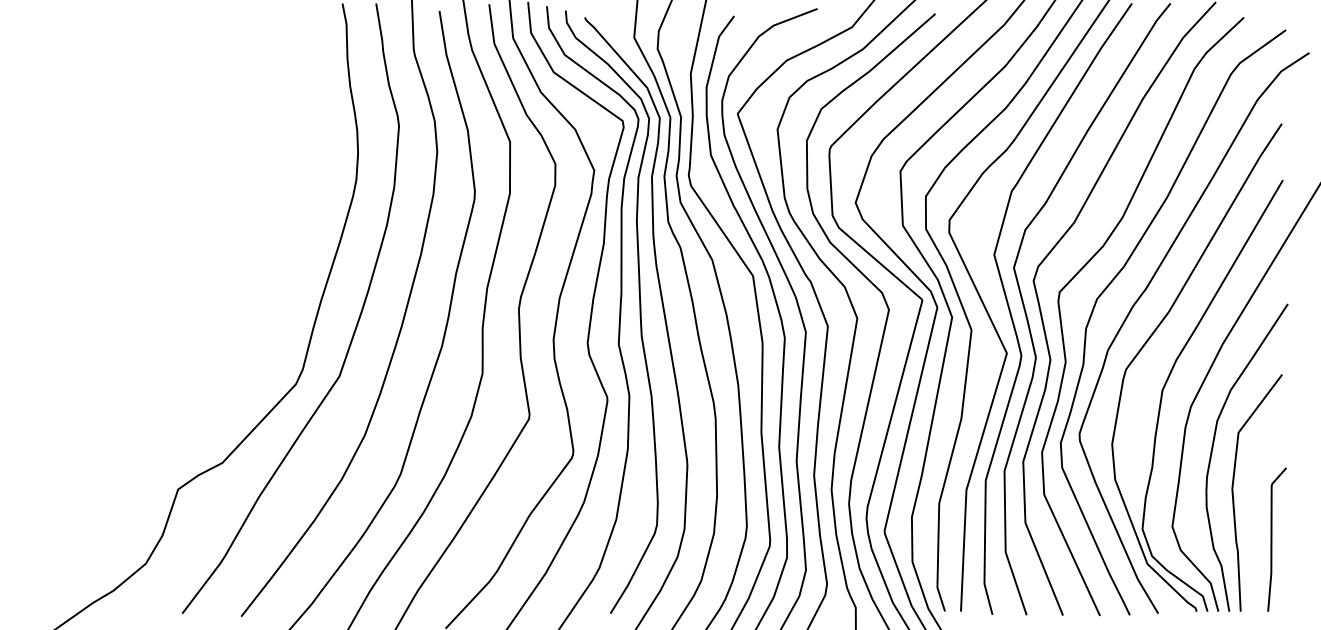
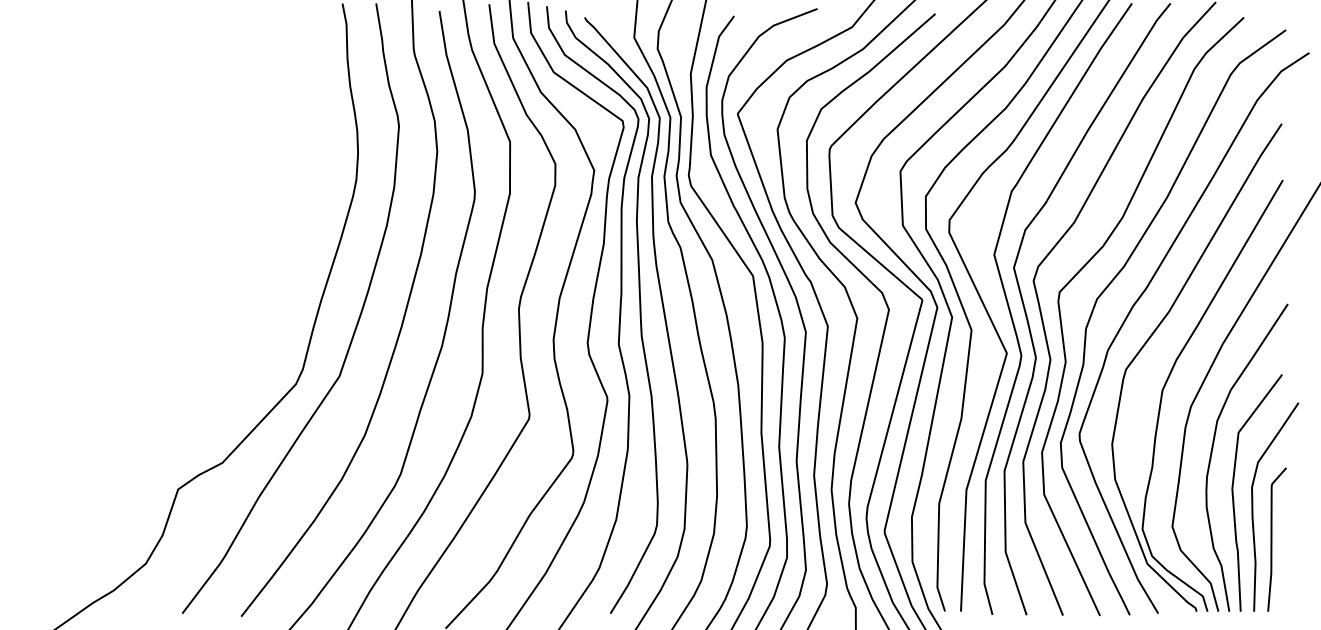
curve at (1253, 506): none -> present
